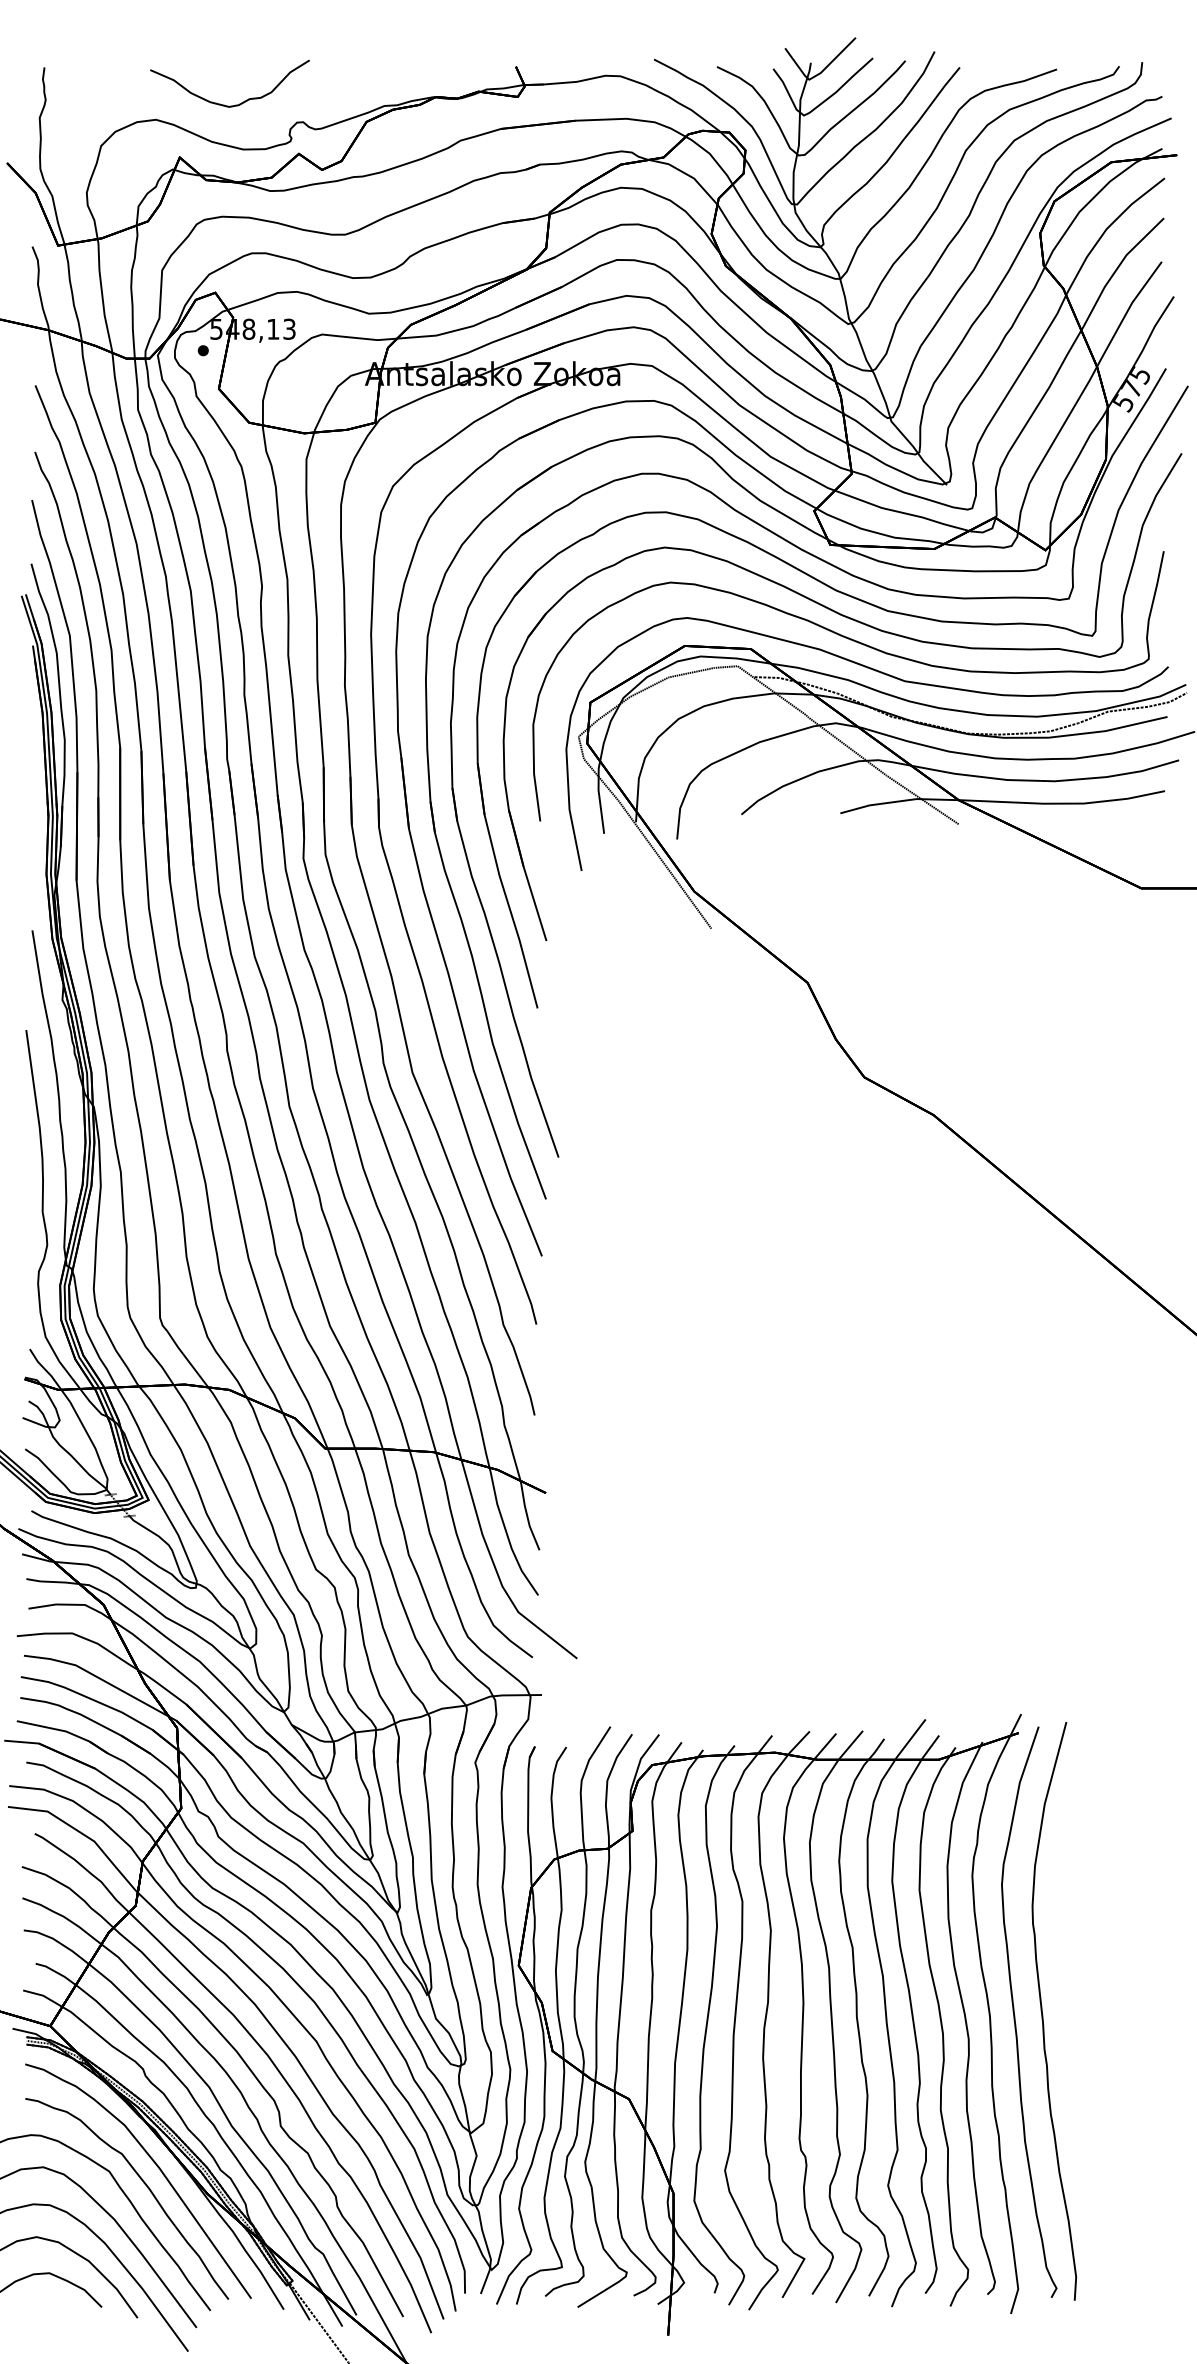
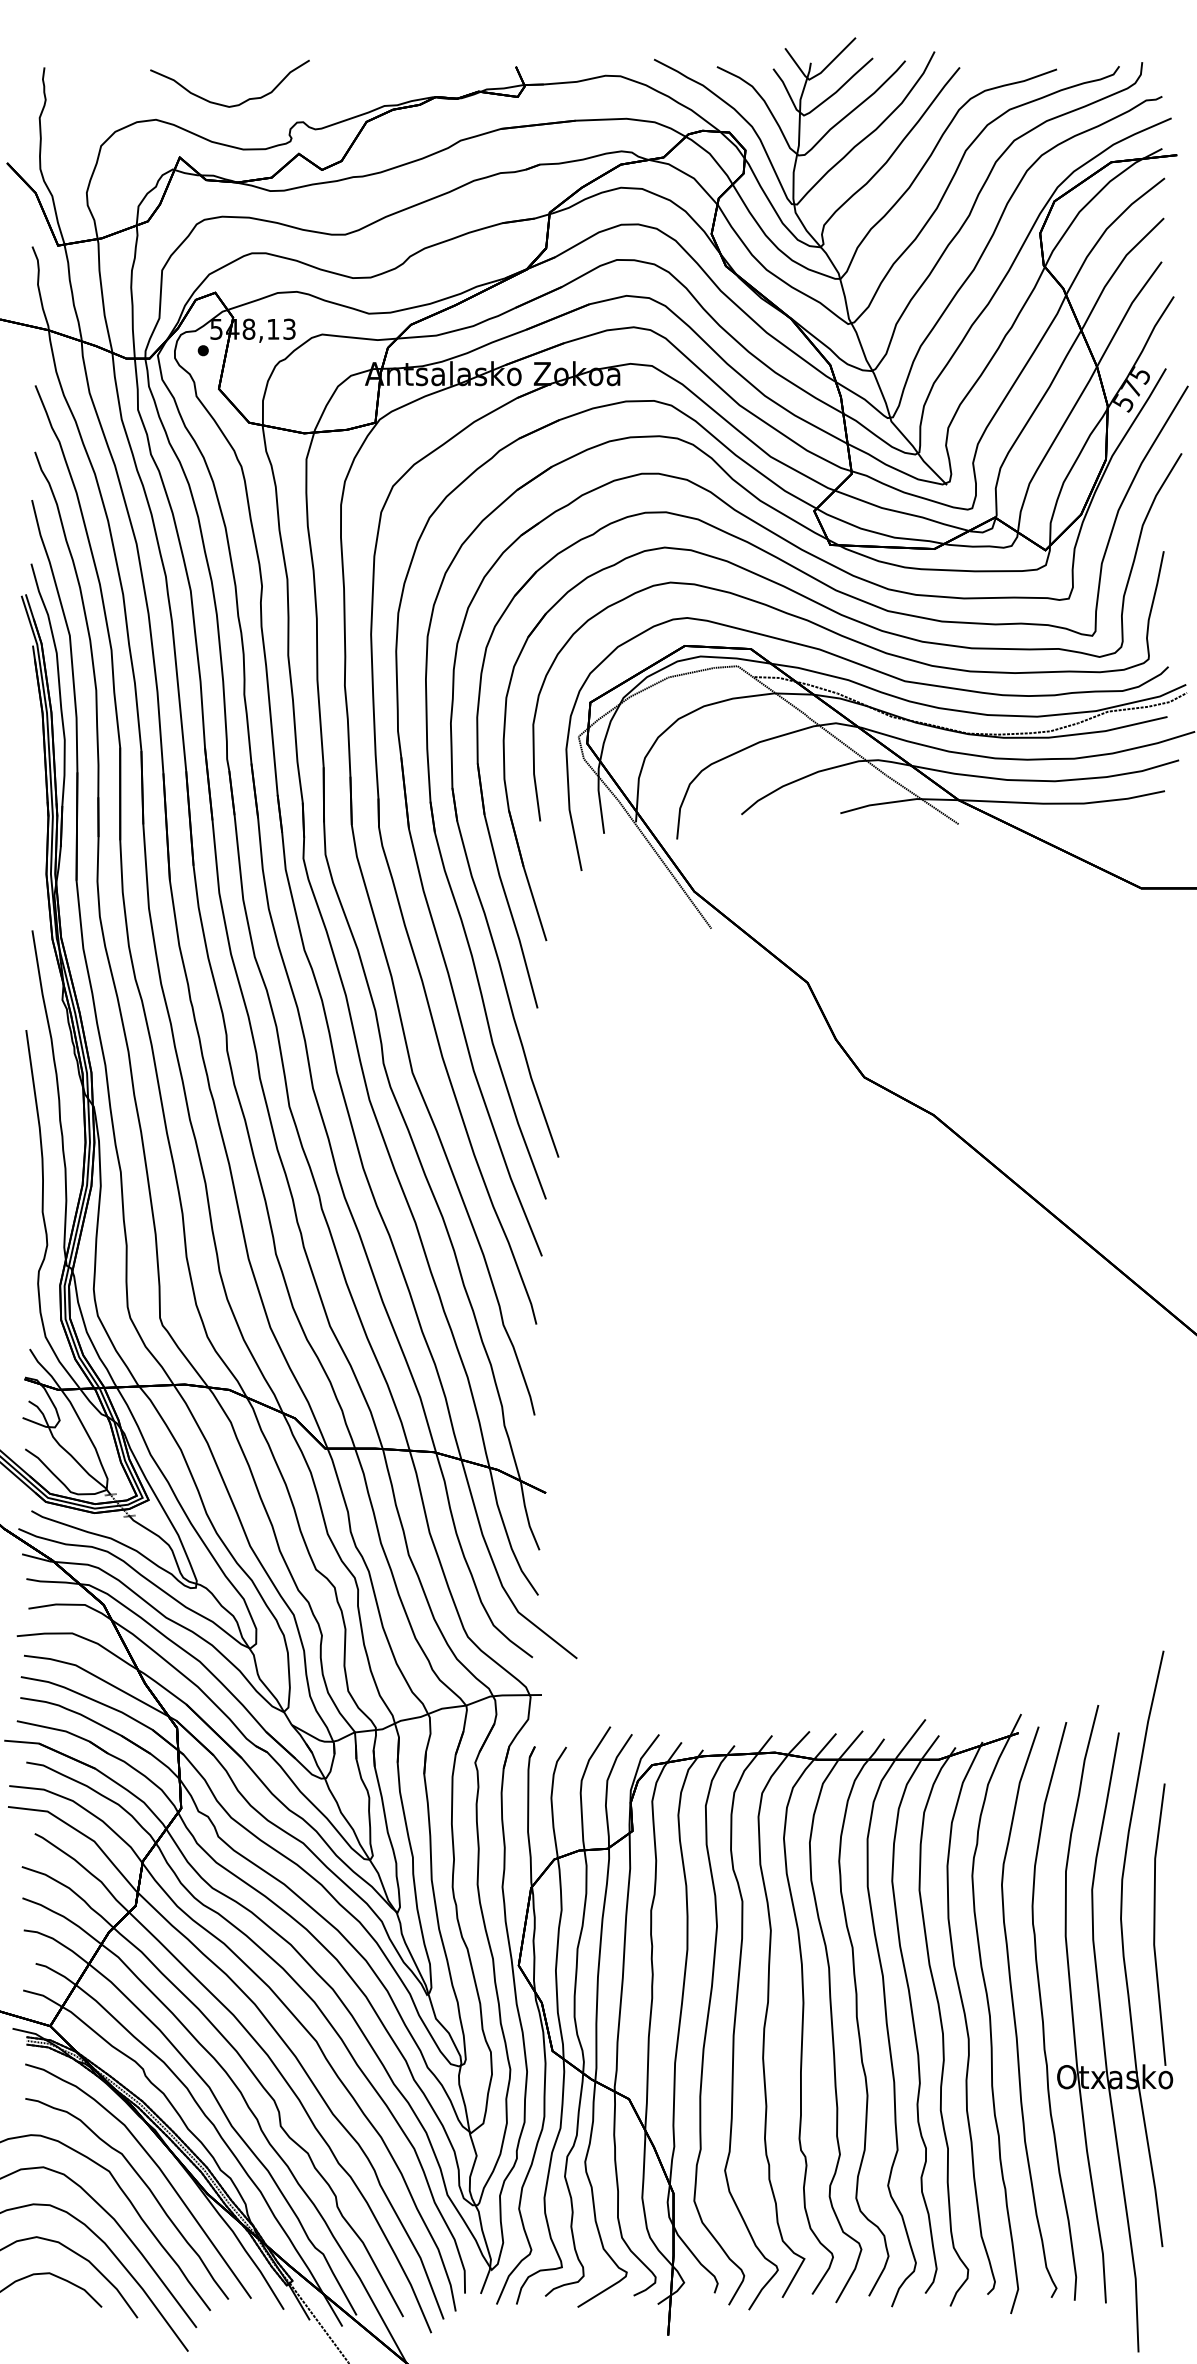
part at (1127, 1998): none -> present
